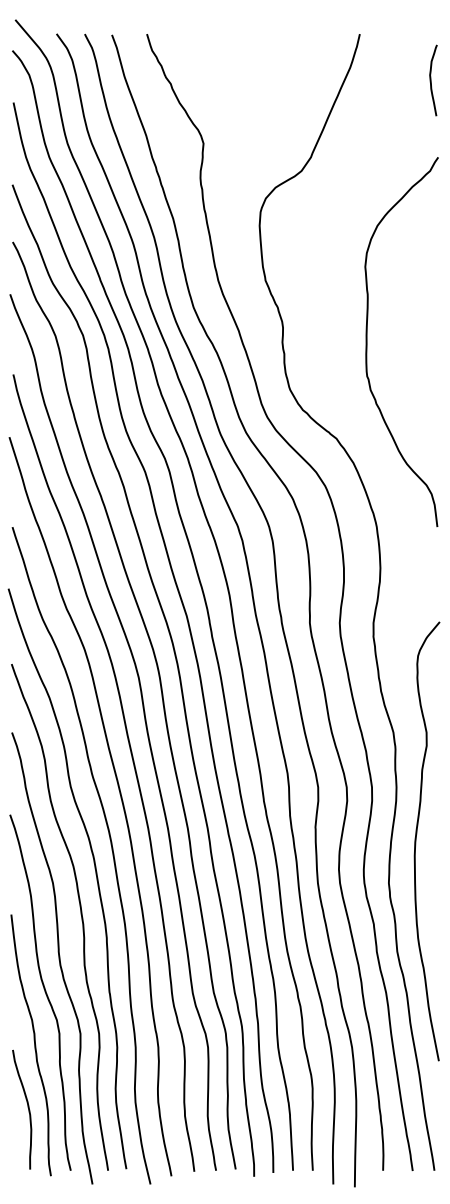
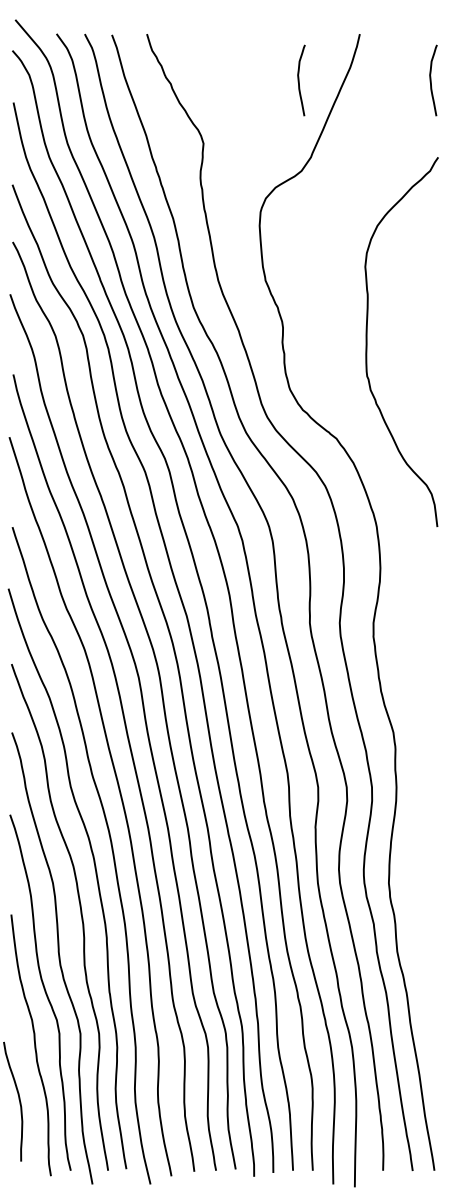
curve at (299, 80): none -> present
curve at (416, 841): present -> none
curve at (27, 1107) position: (27, 1107) -> (18, 1099)
